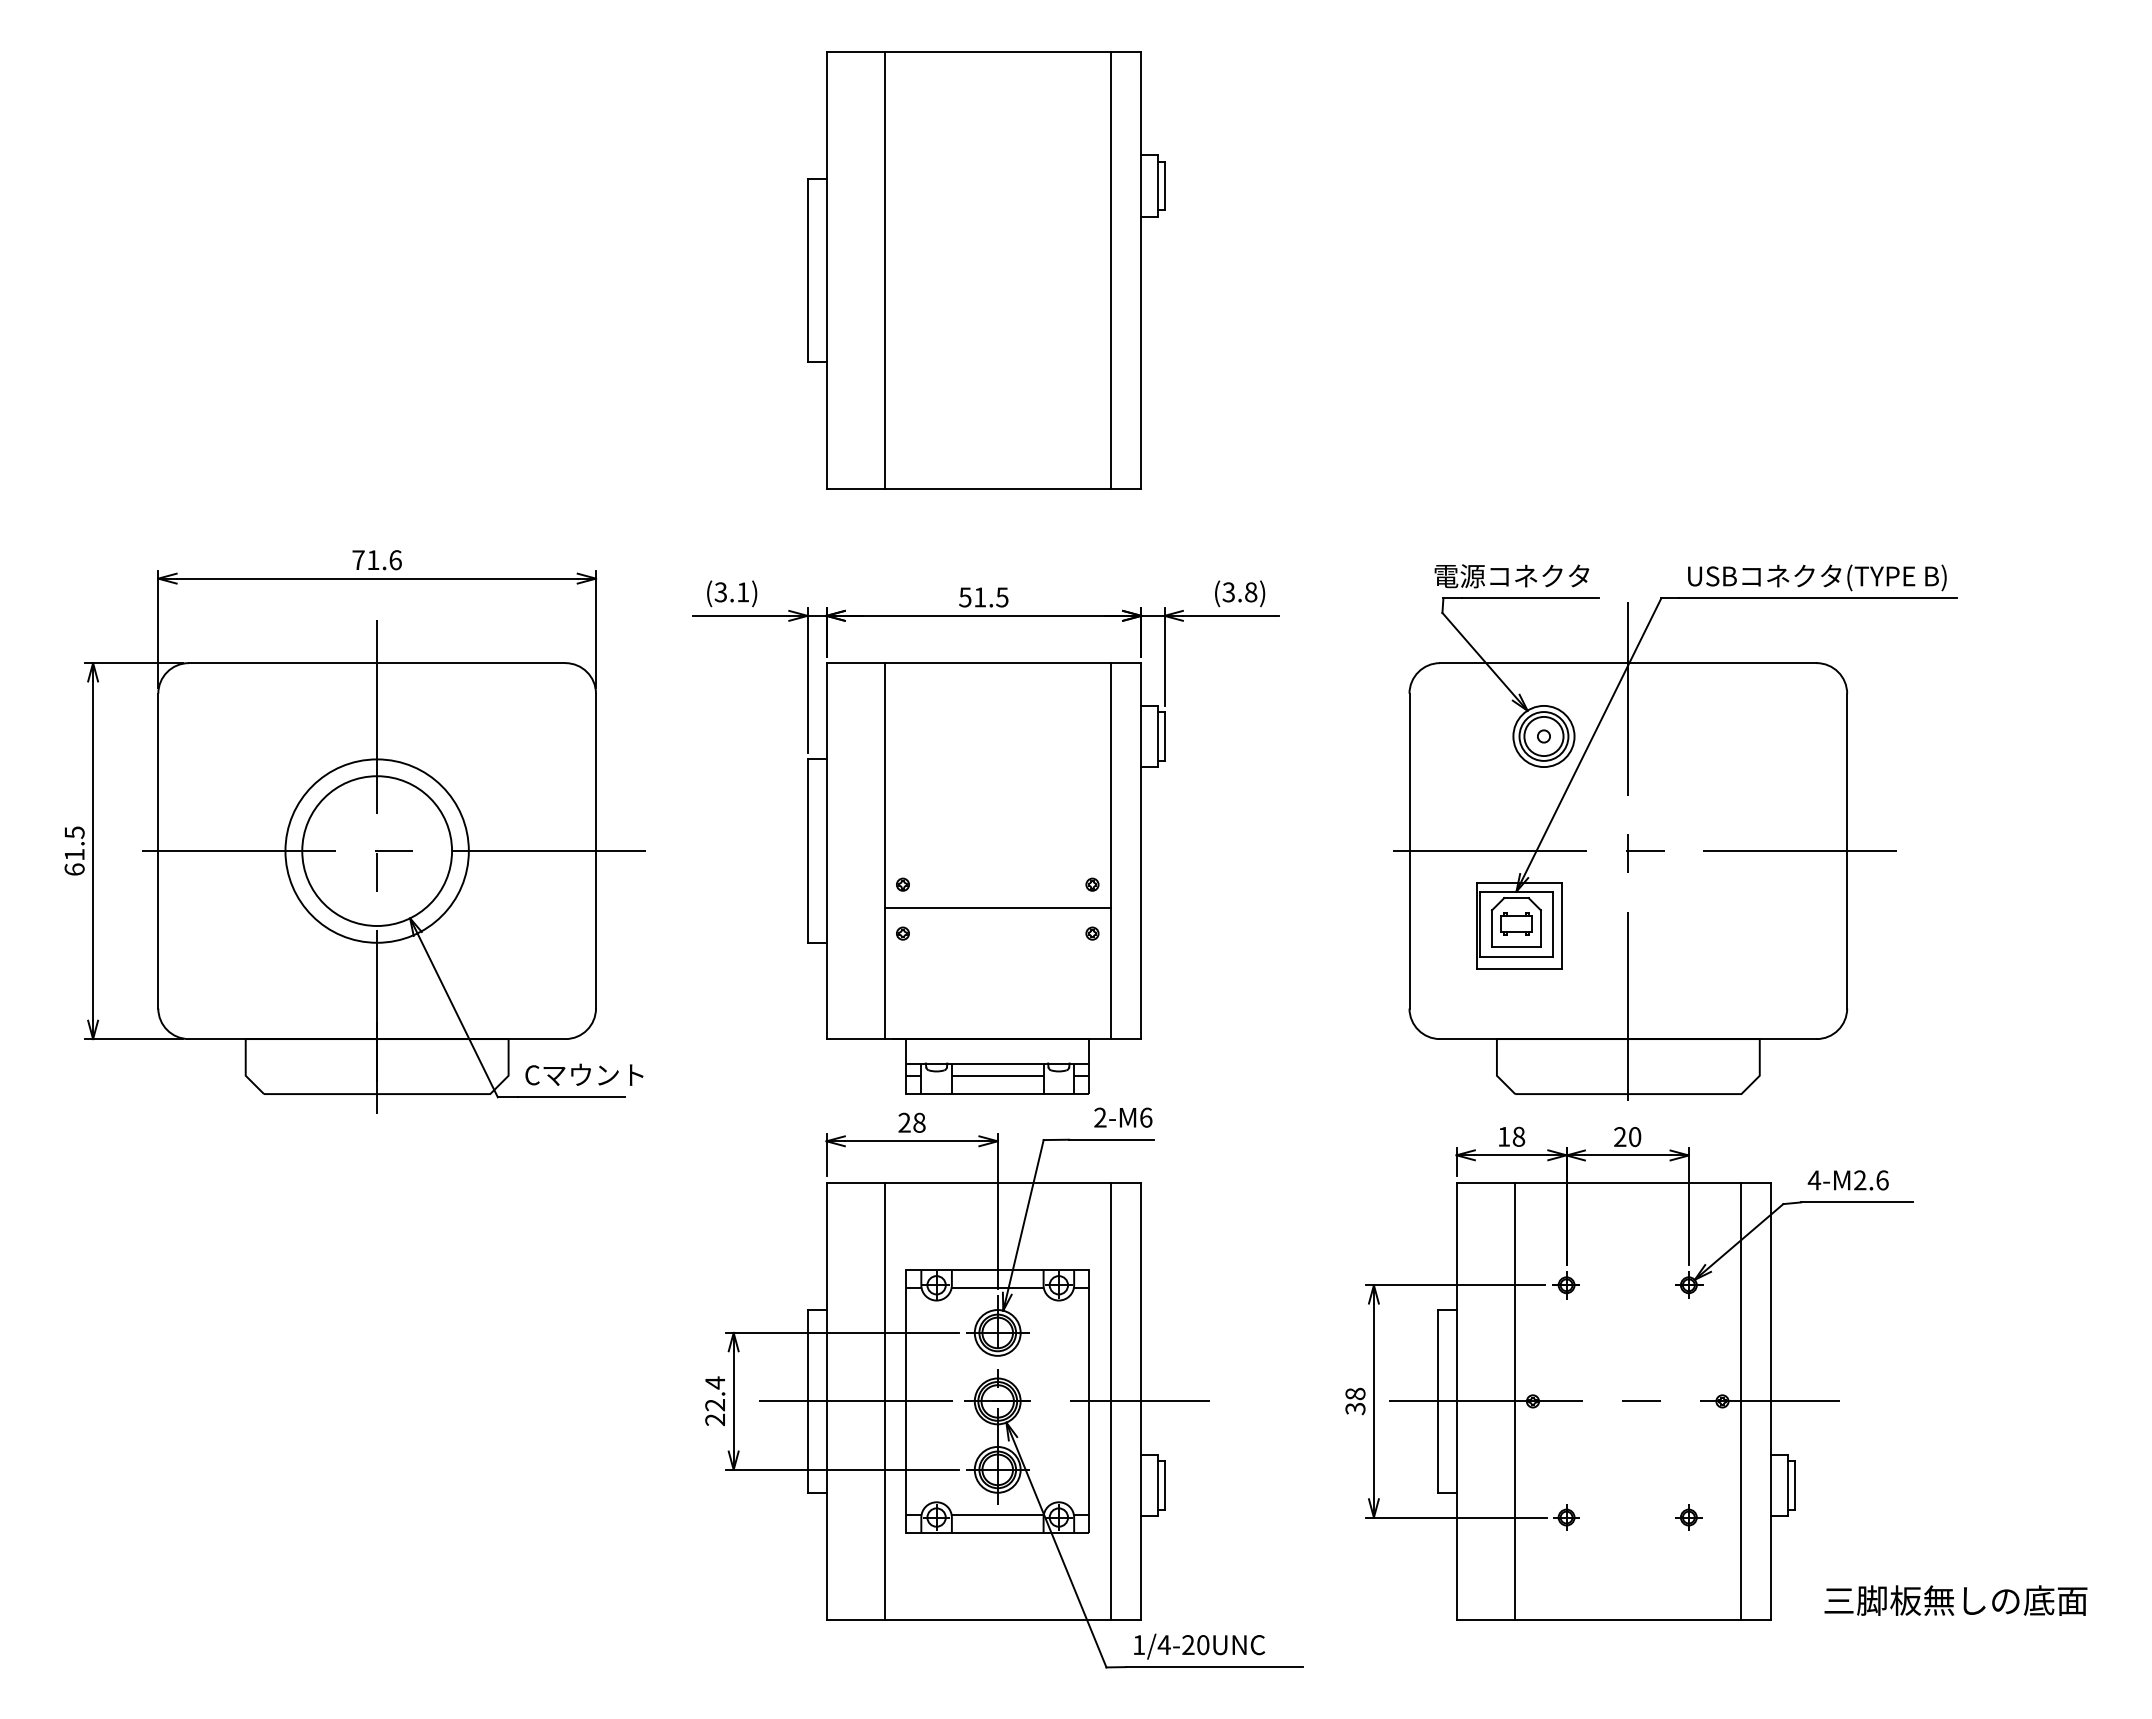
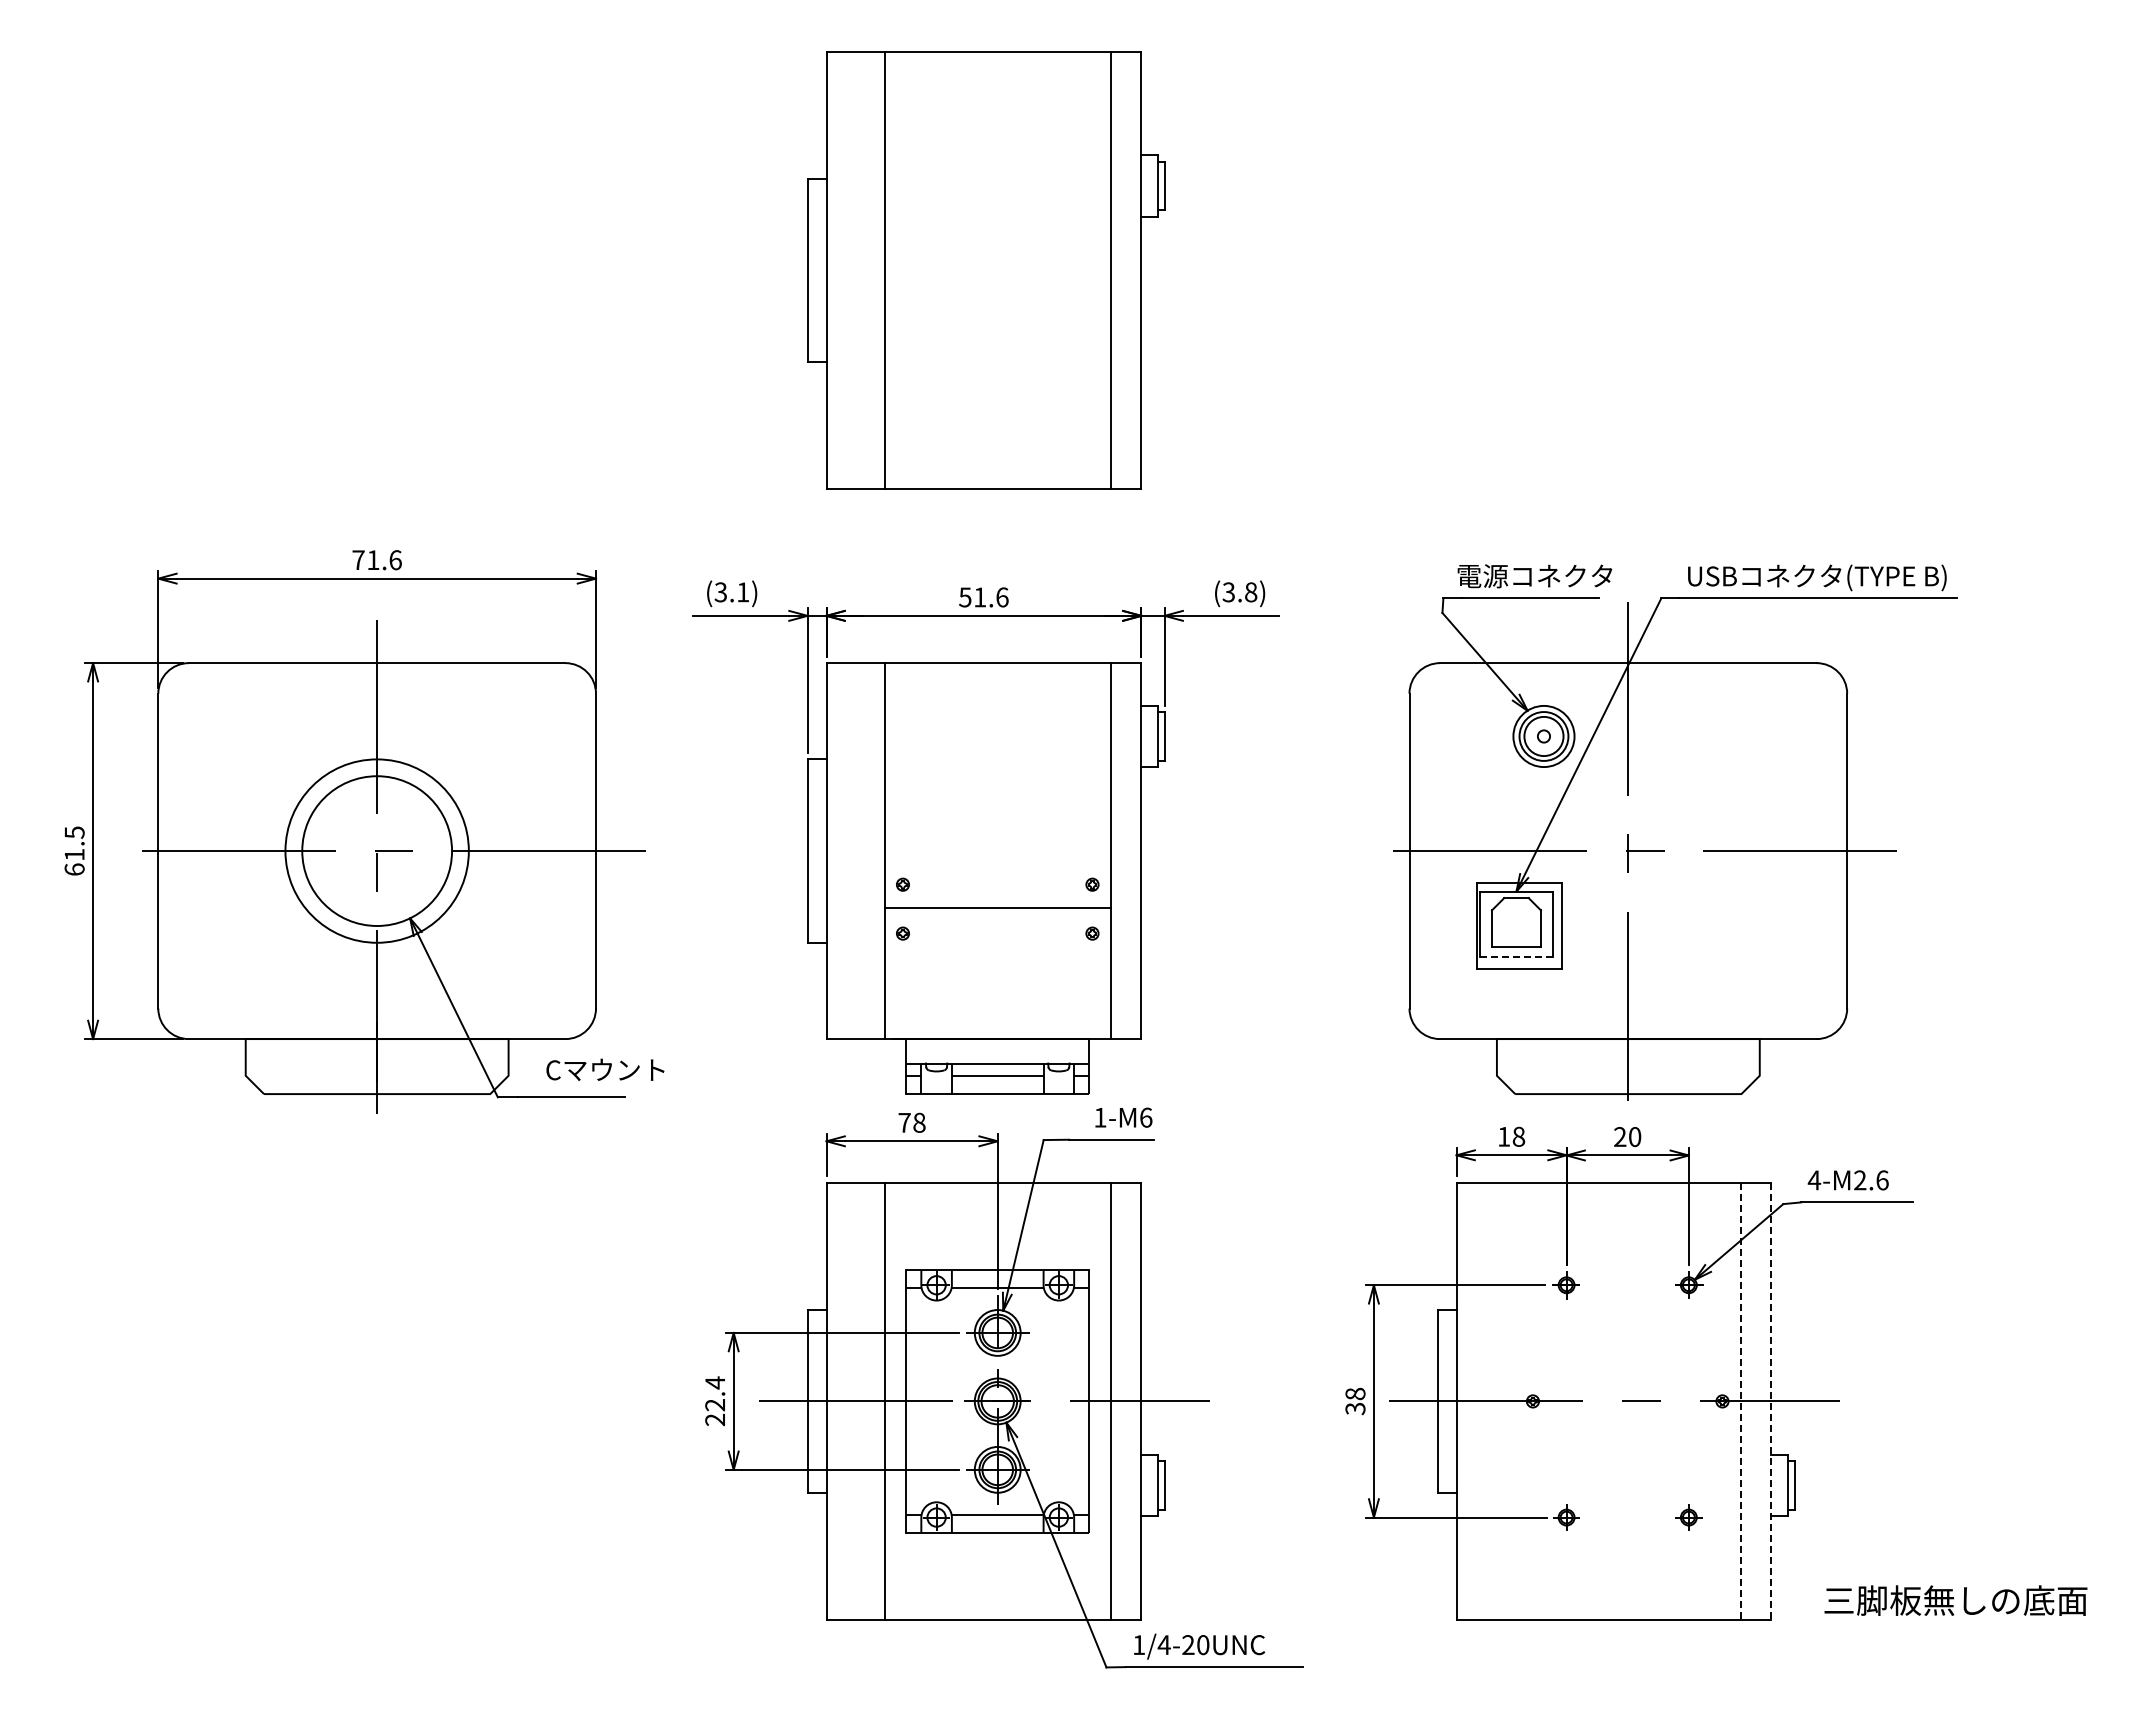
text at (1511, 576) position: (1511, 576) -> (1534, 576)
text at (1002, 597): 51.5 -> 51.6
part at (1516, 923): present -> none
line at (1516, 956): solid -> dashed
text at (584, 1074) position: (584, 1074) -> (605, 1069)
text at (1100, 1117): 2-M6 -> 1-M6
text at (904, 1122): 28 -> 78
line at (1514, 1401): present -> none
line at (1740, 1401): solid -> dashed
line at (1771, 1401): solid -> dashed
